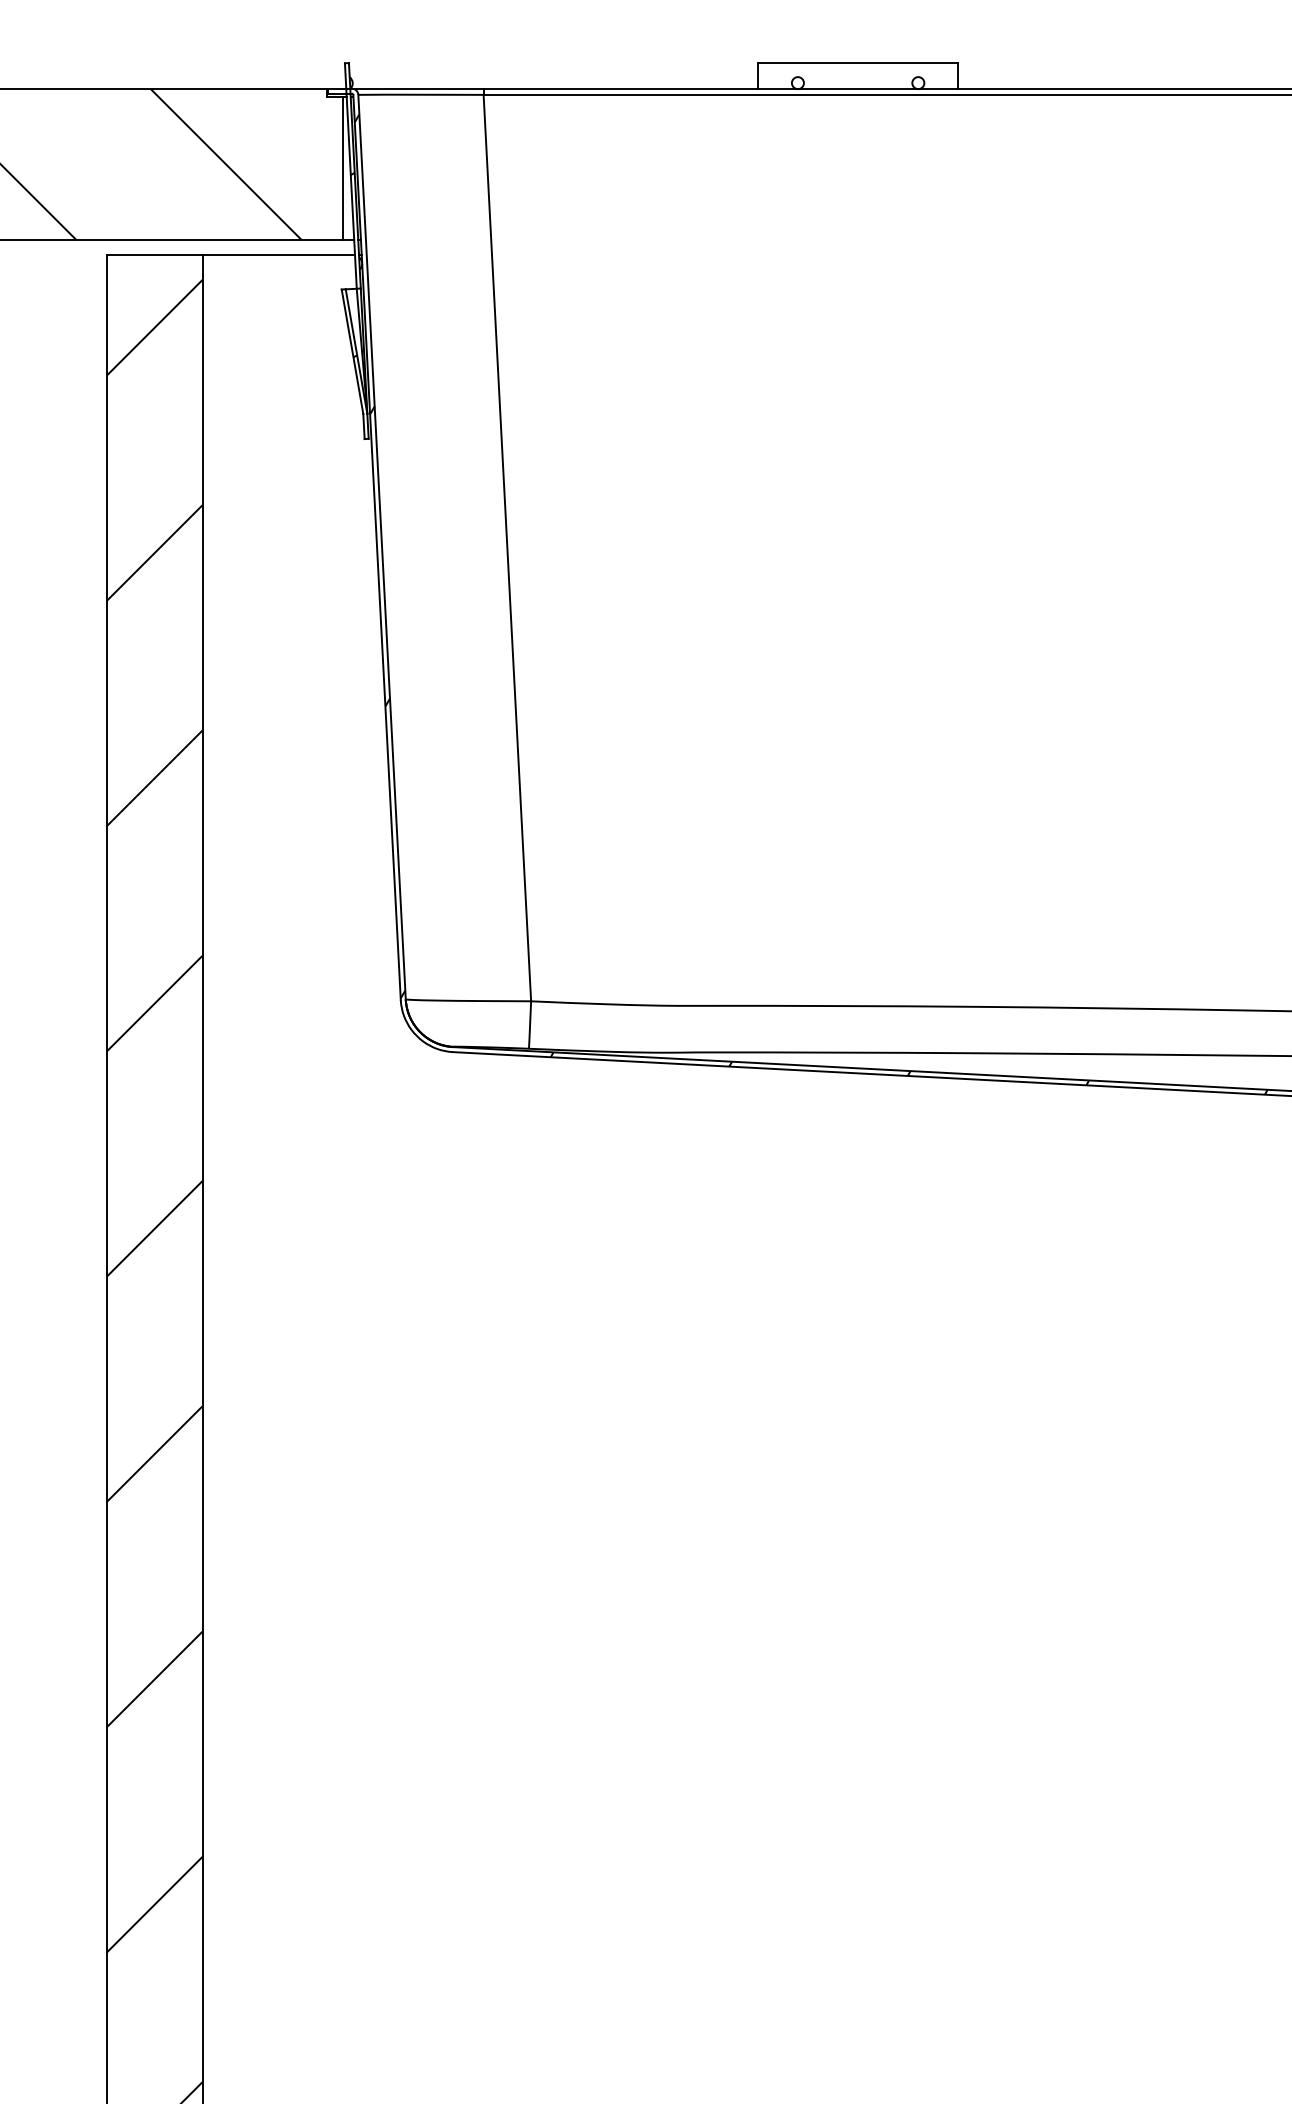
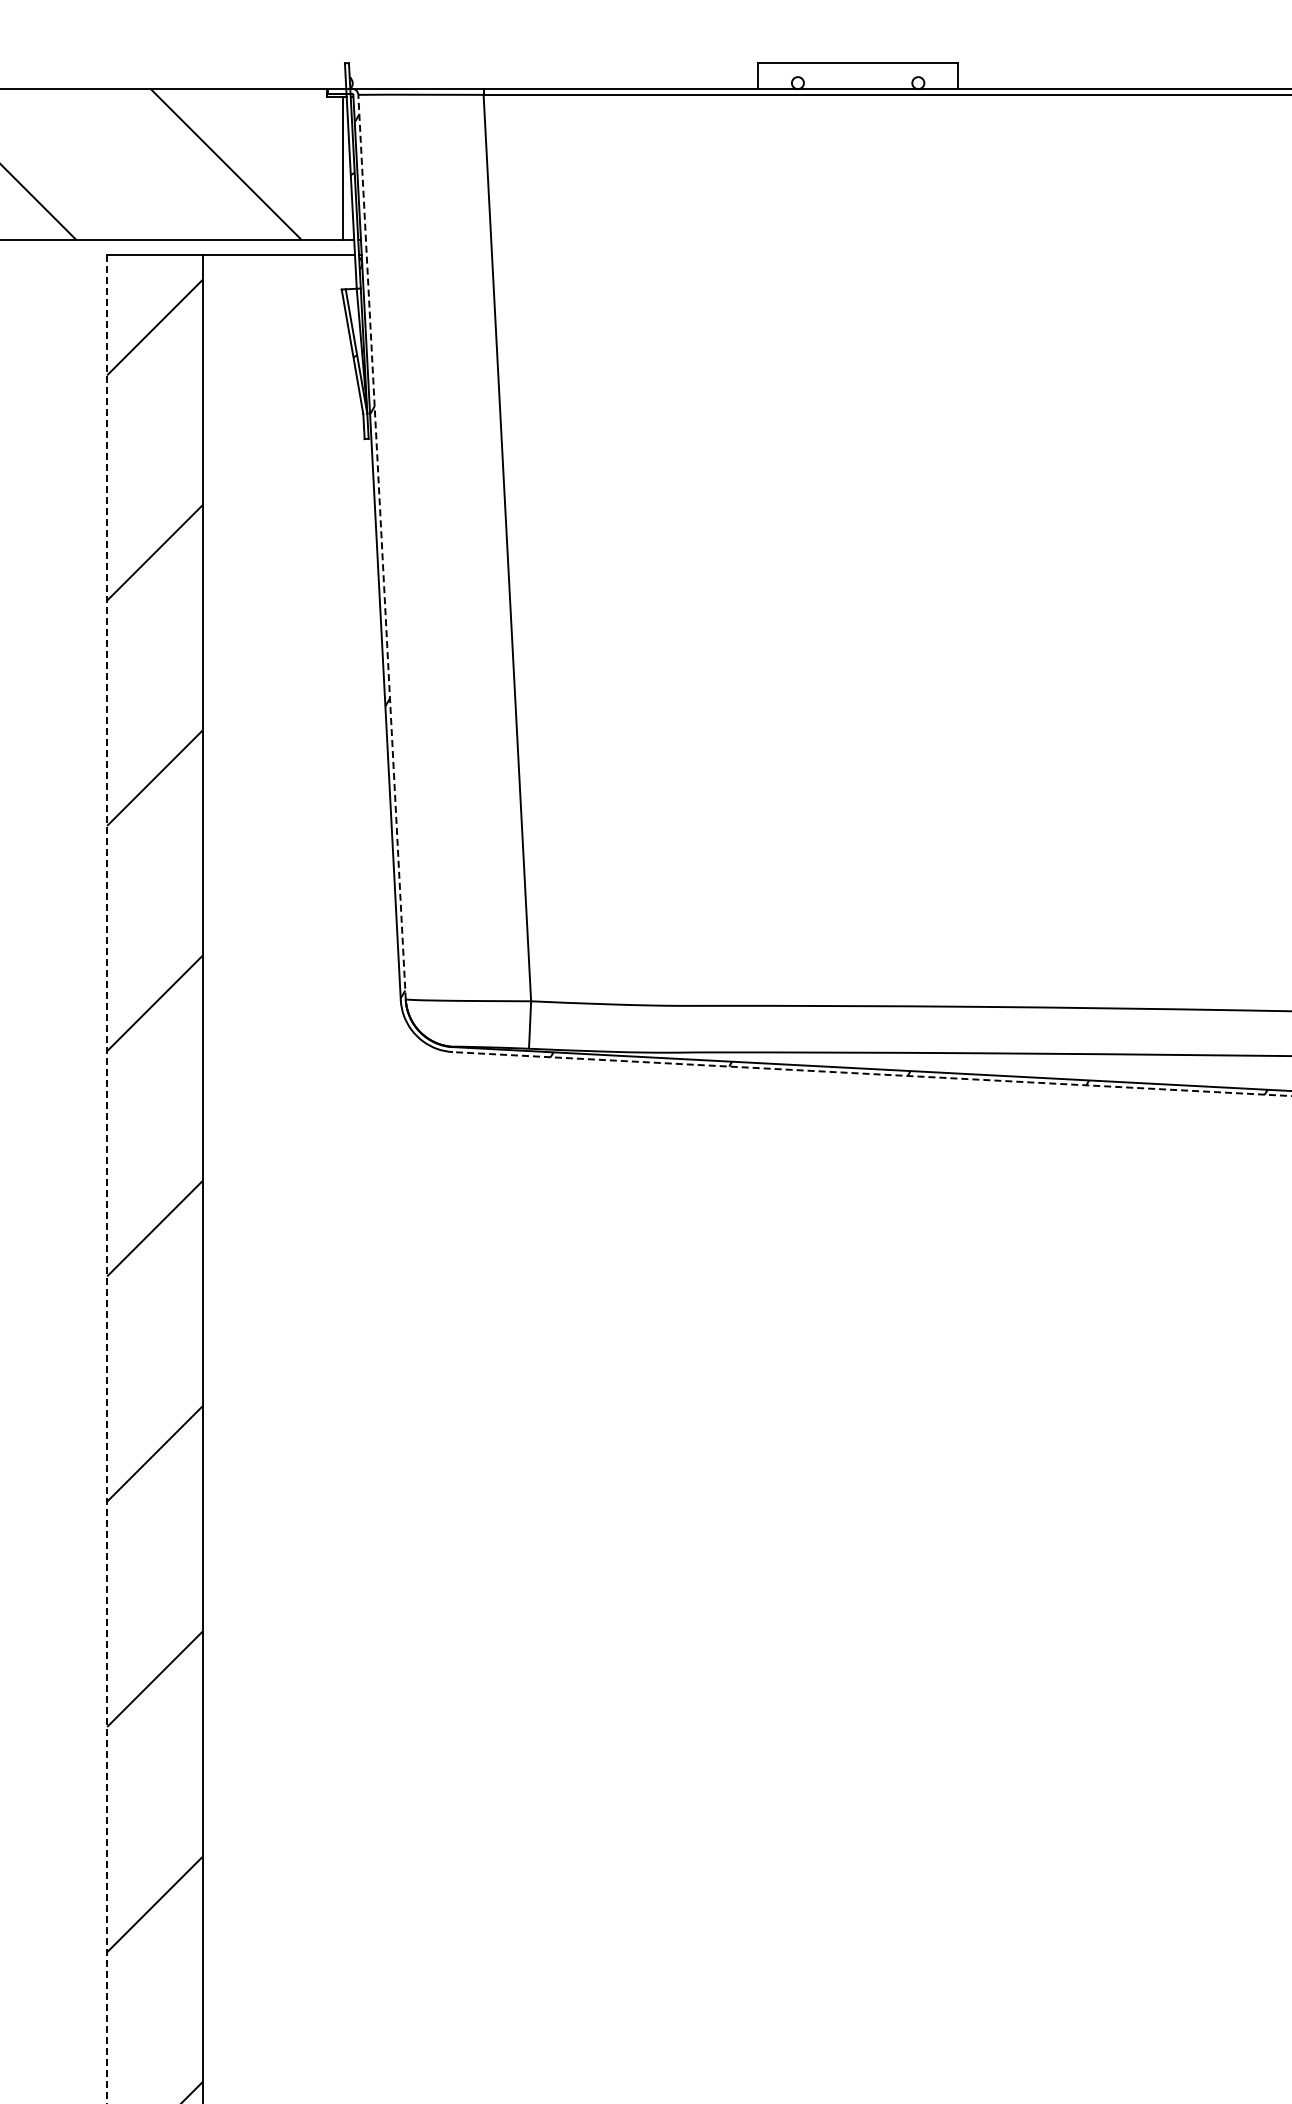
line at (382, 546): solid -> dashed
line at (871, 1074): solid -> dashed
line at (107, 1179): solid -> dashed
